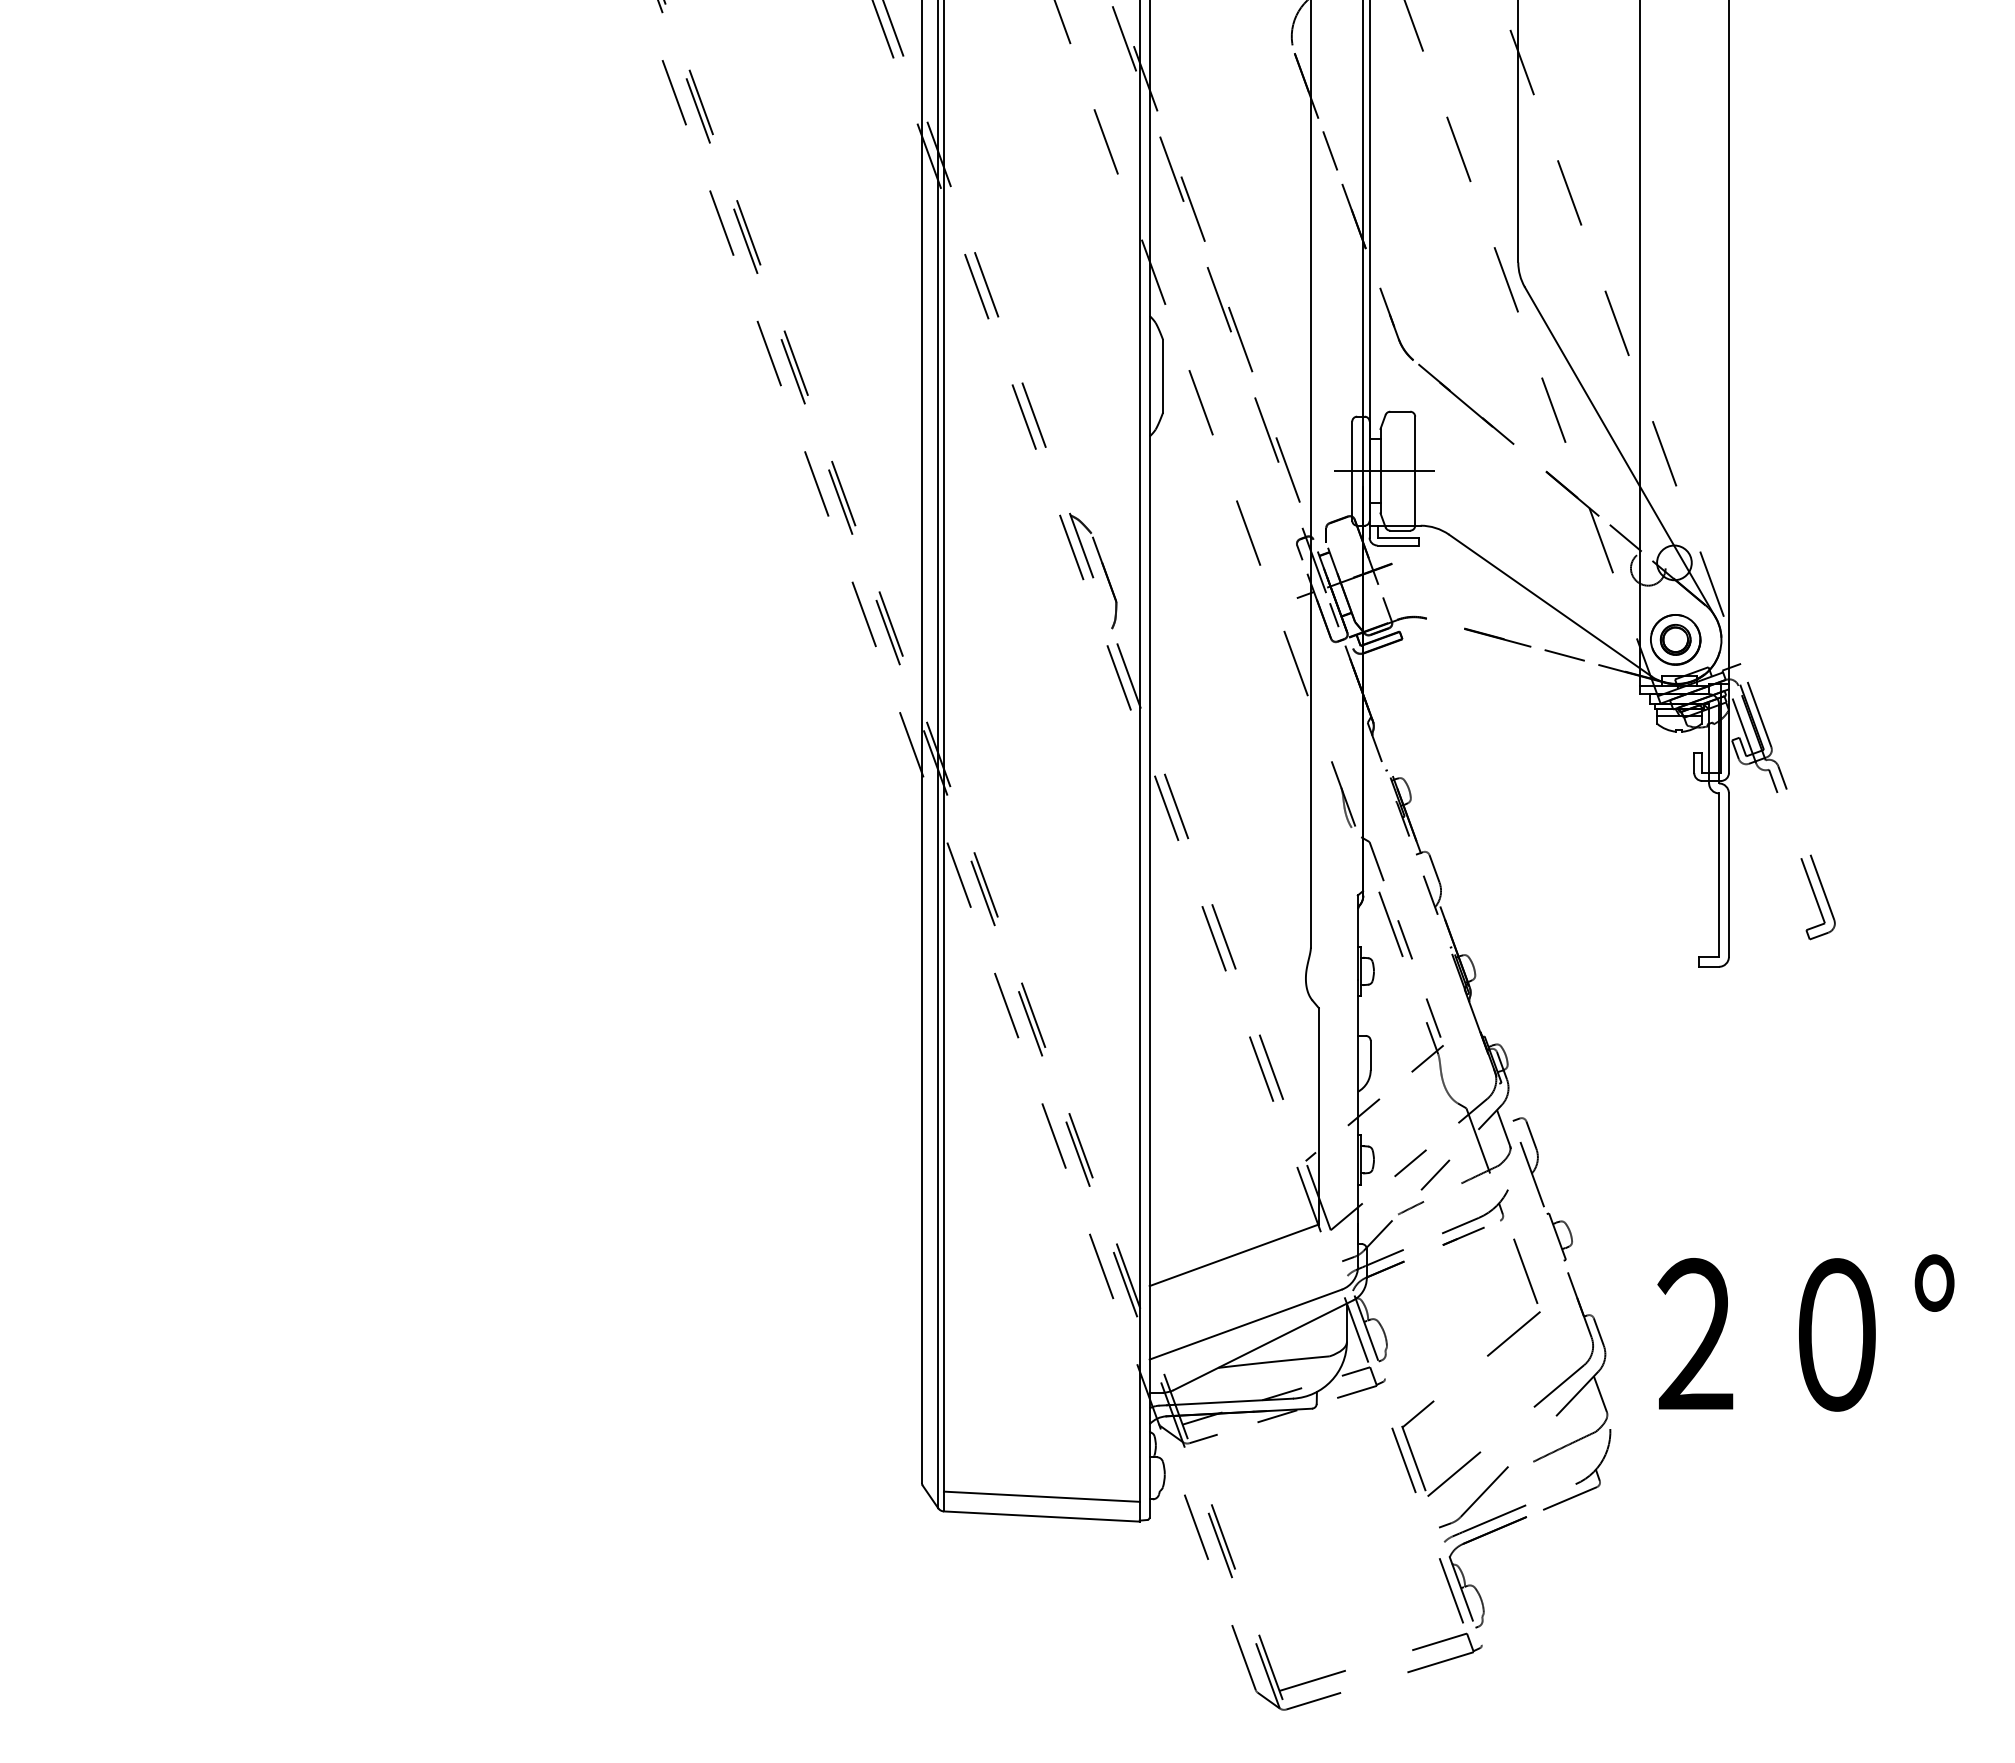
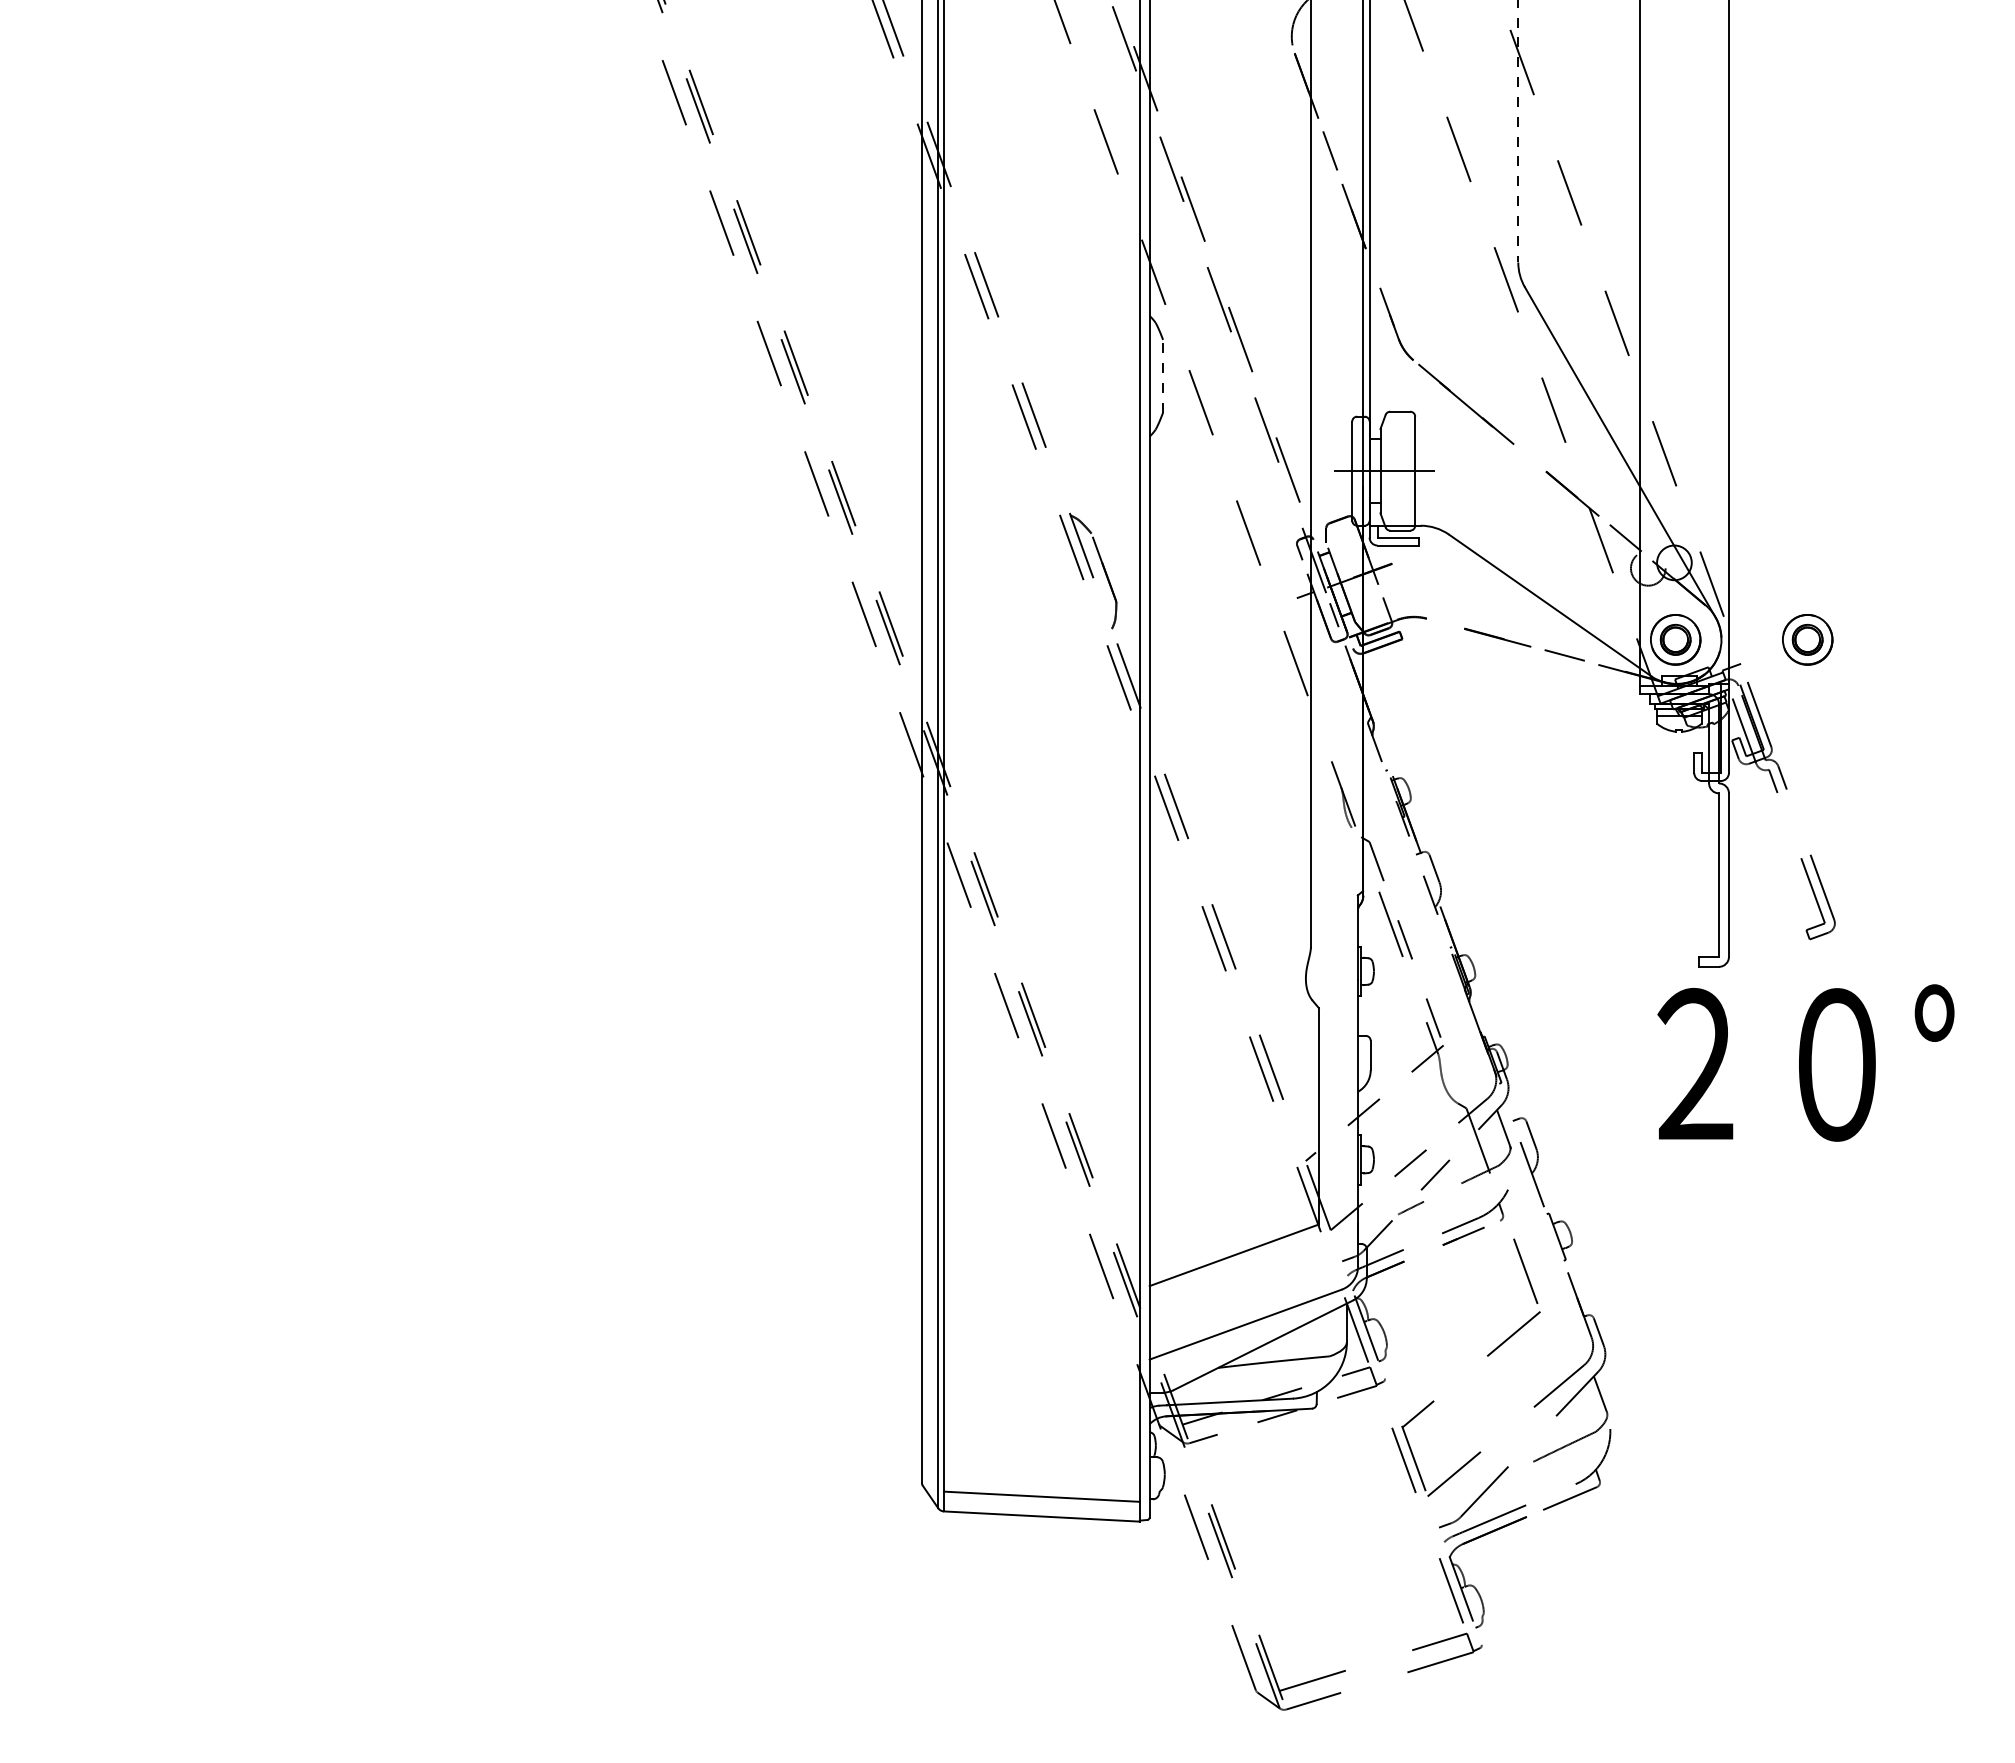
line at (1518, 131): solid -> dashed
line at (1163, 375): solid -> dashed
part at (1807, 639): none -> present
text at (1805, 1332) position: (1805, 1332) -> (1805, 1062)
